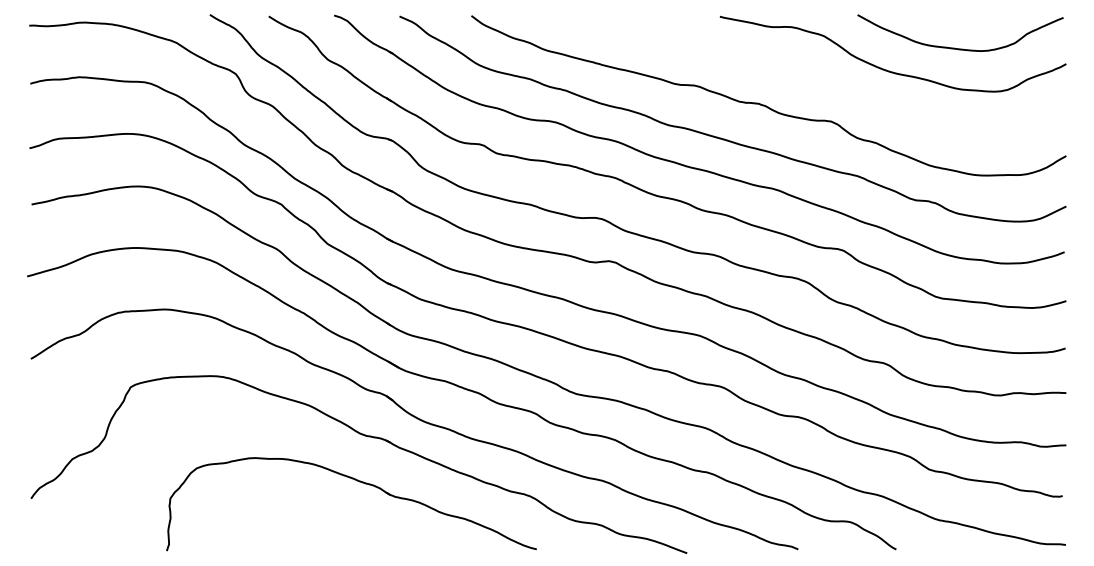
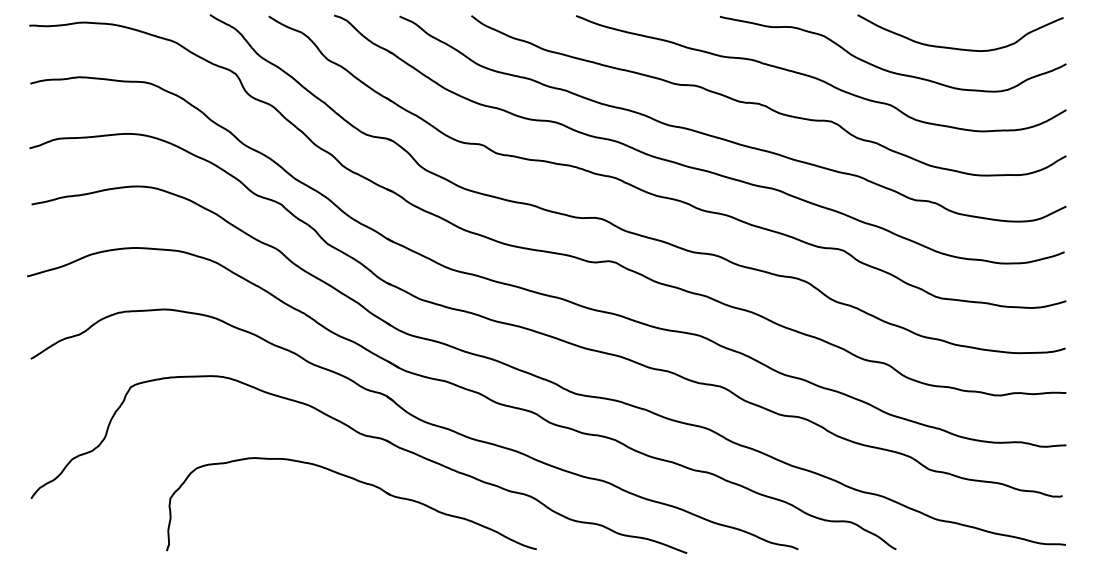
curve at (819, 78): none -> present
